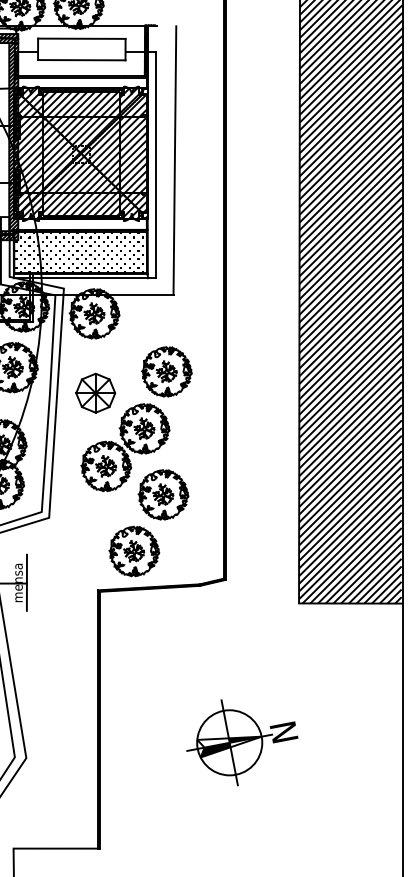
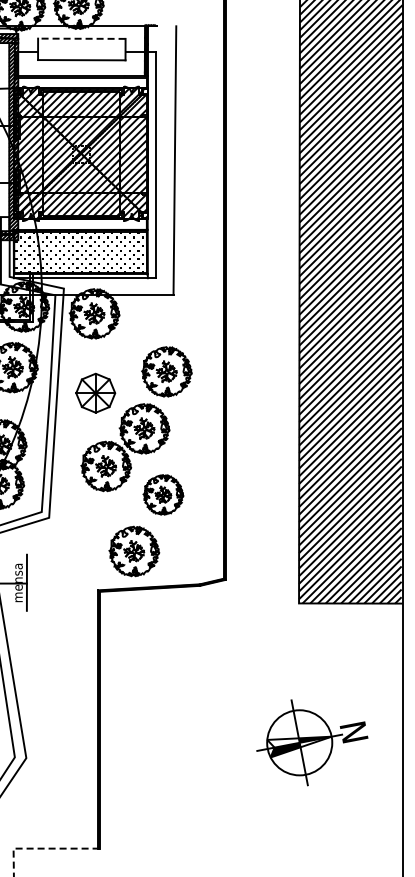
line at (81, 38): solid -> dashed
part at (163, 494) size: 53x52 px -> 43x42 px
part at (242, 742) position: (242, 742) -> (312, 742)
line at (42, 848): solid -> dashed
